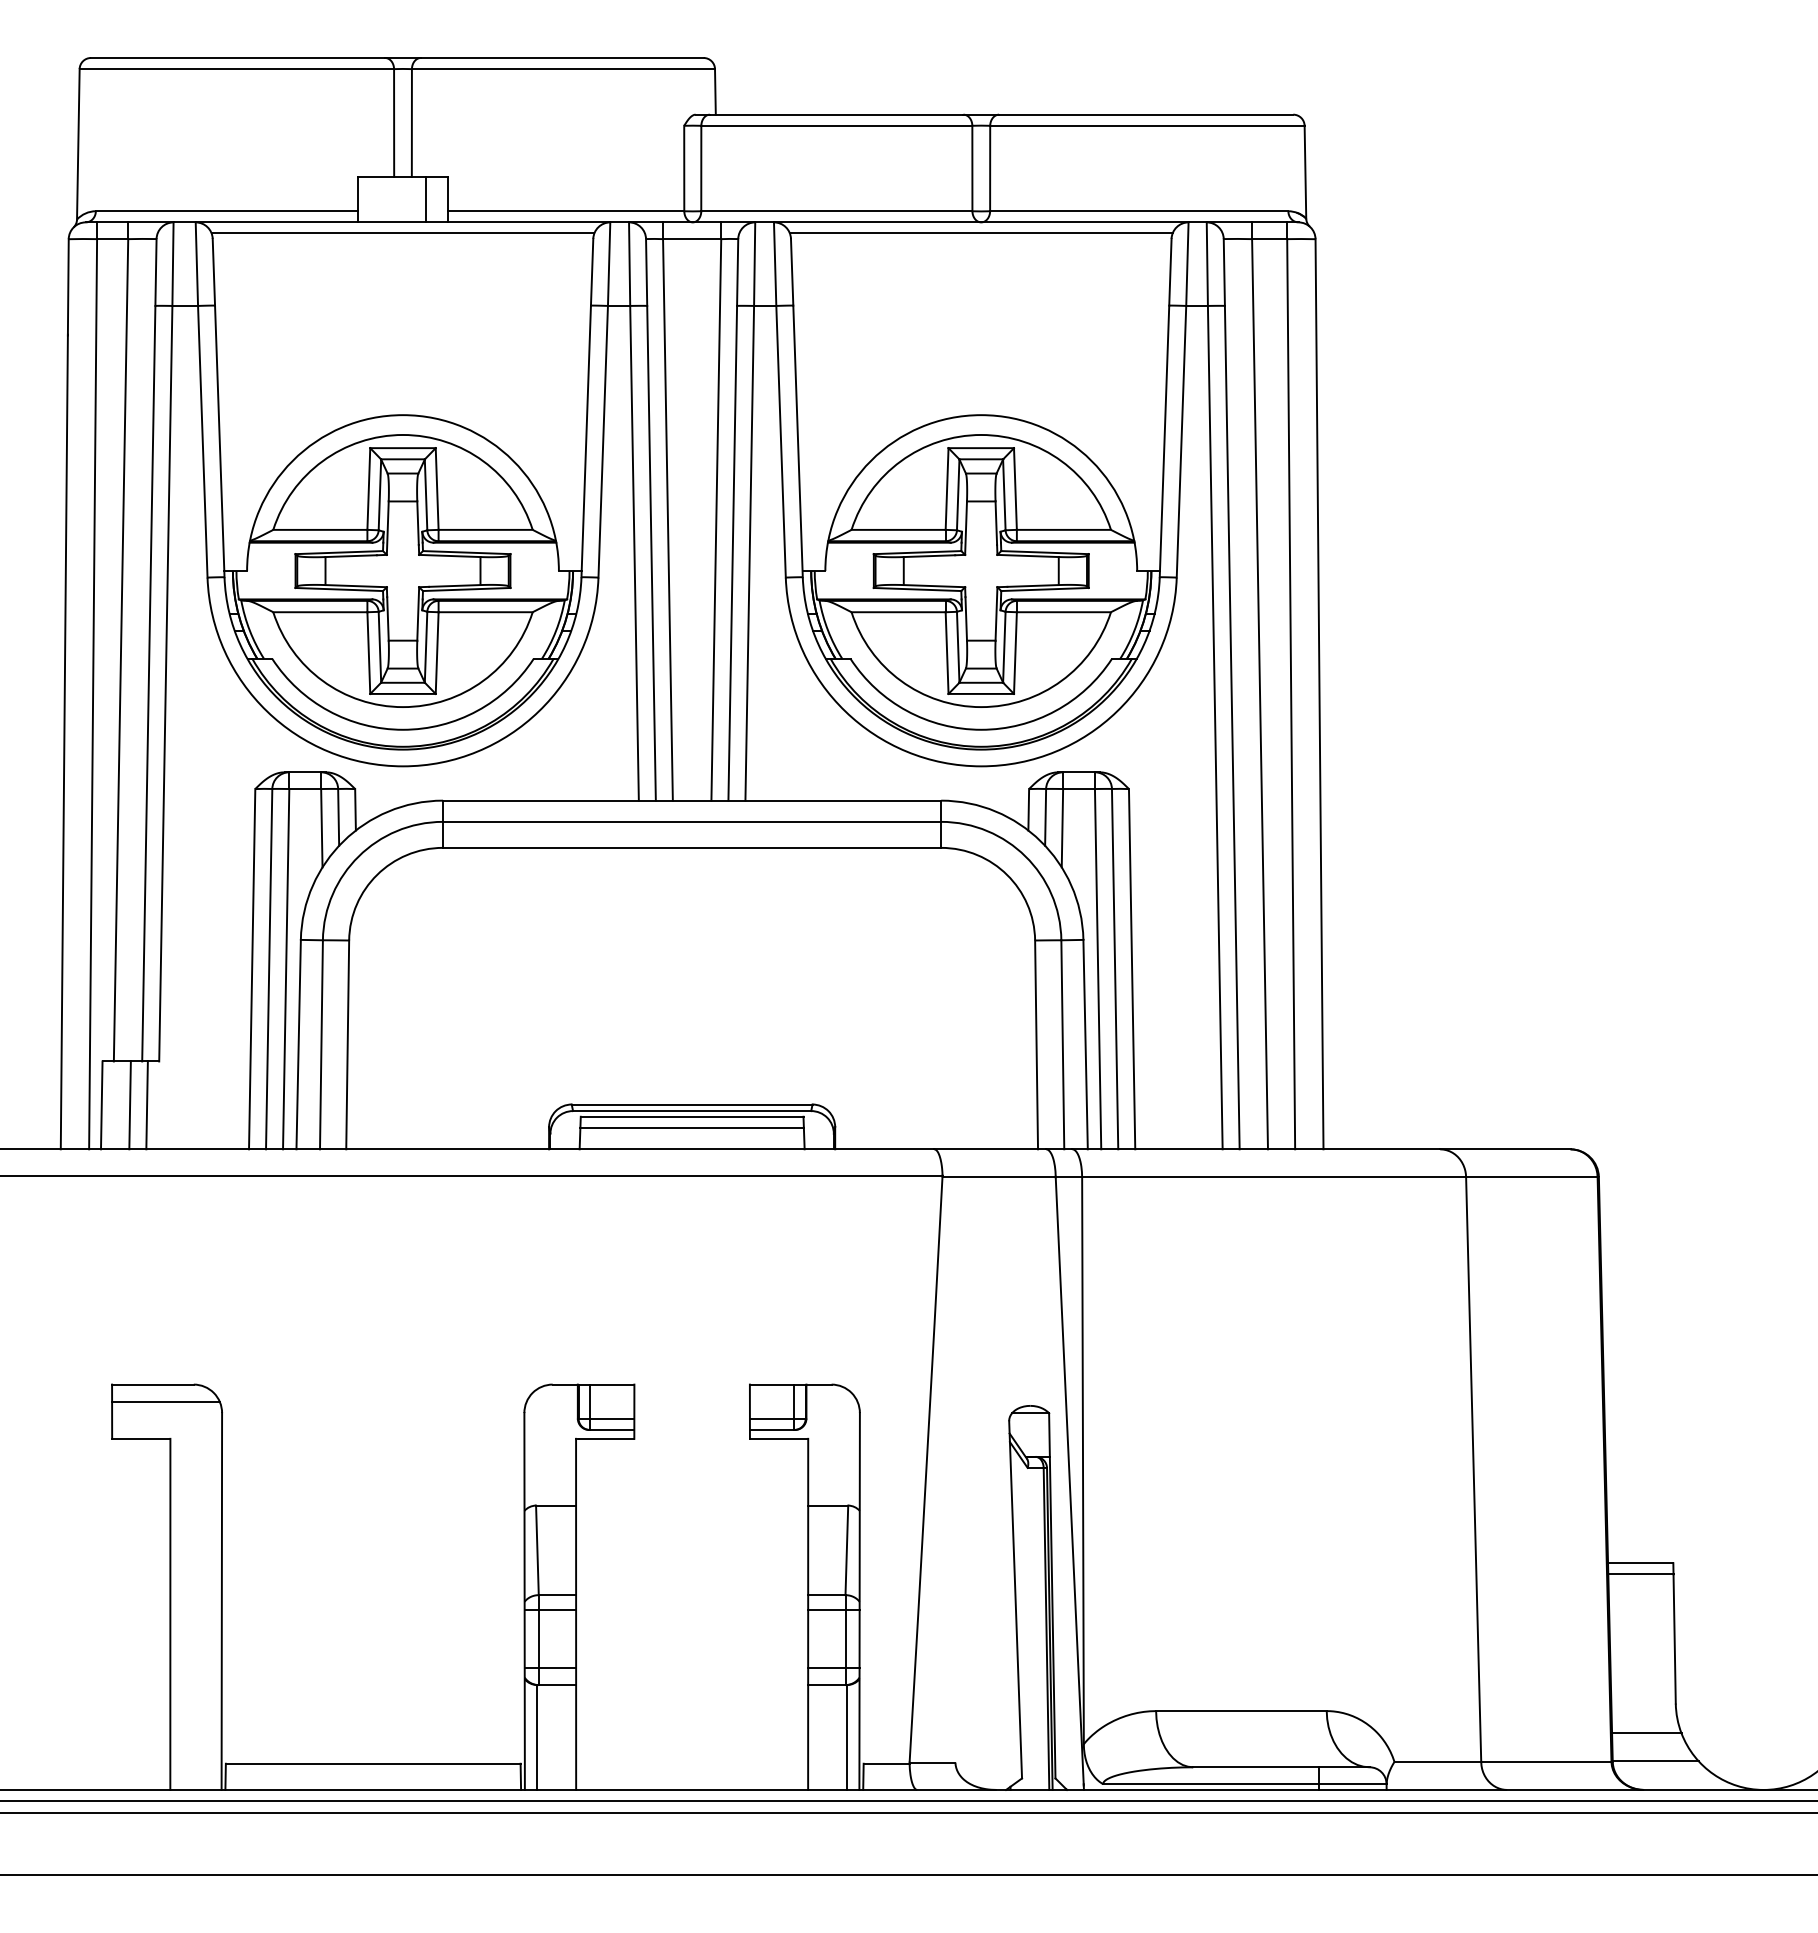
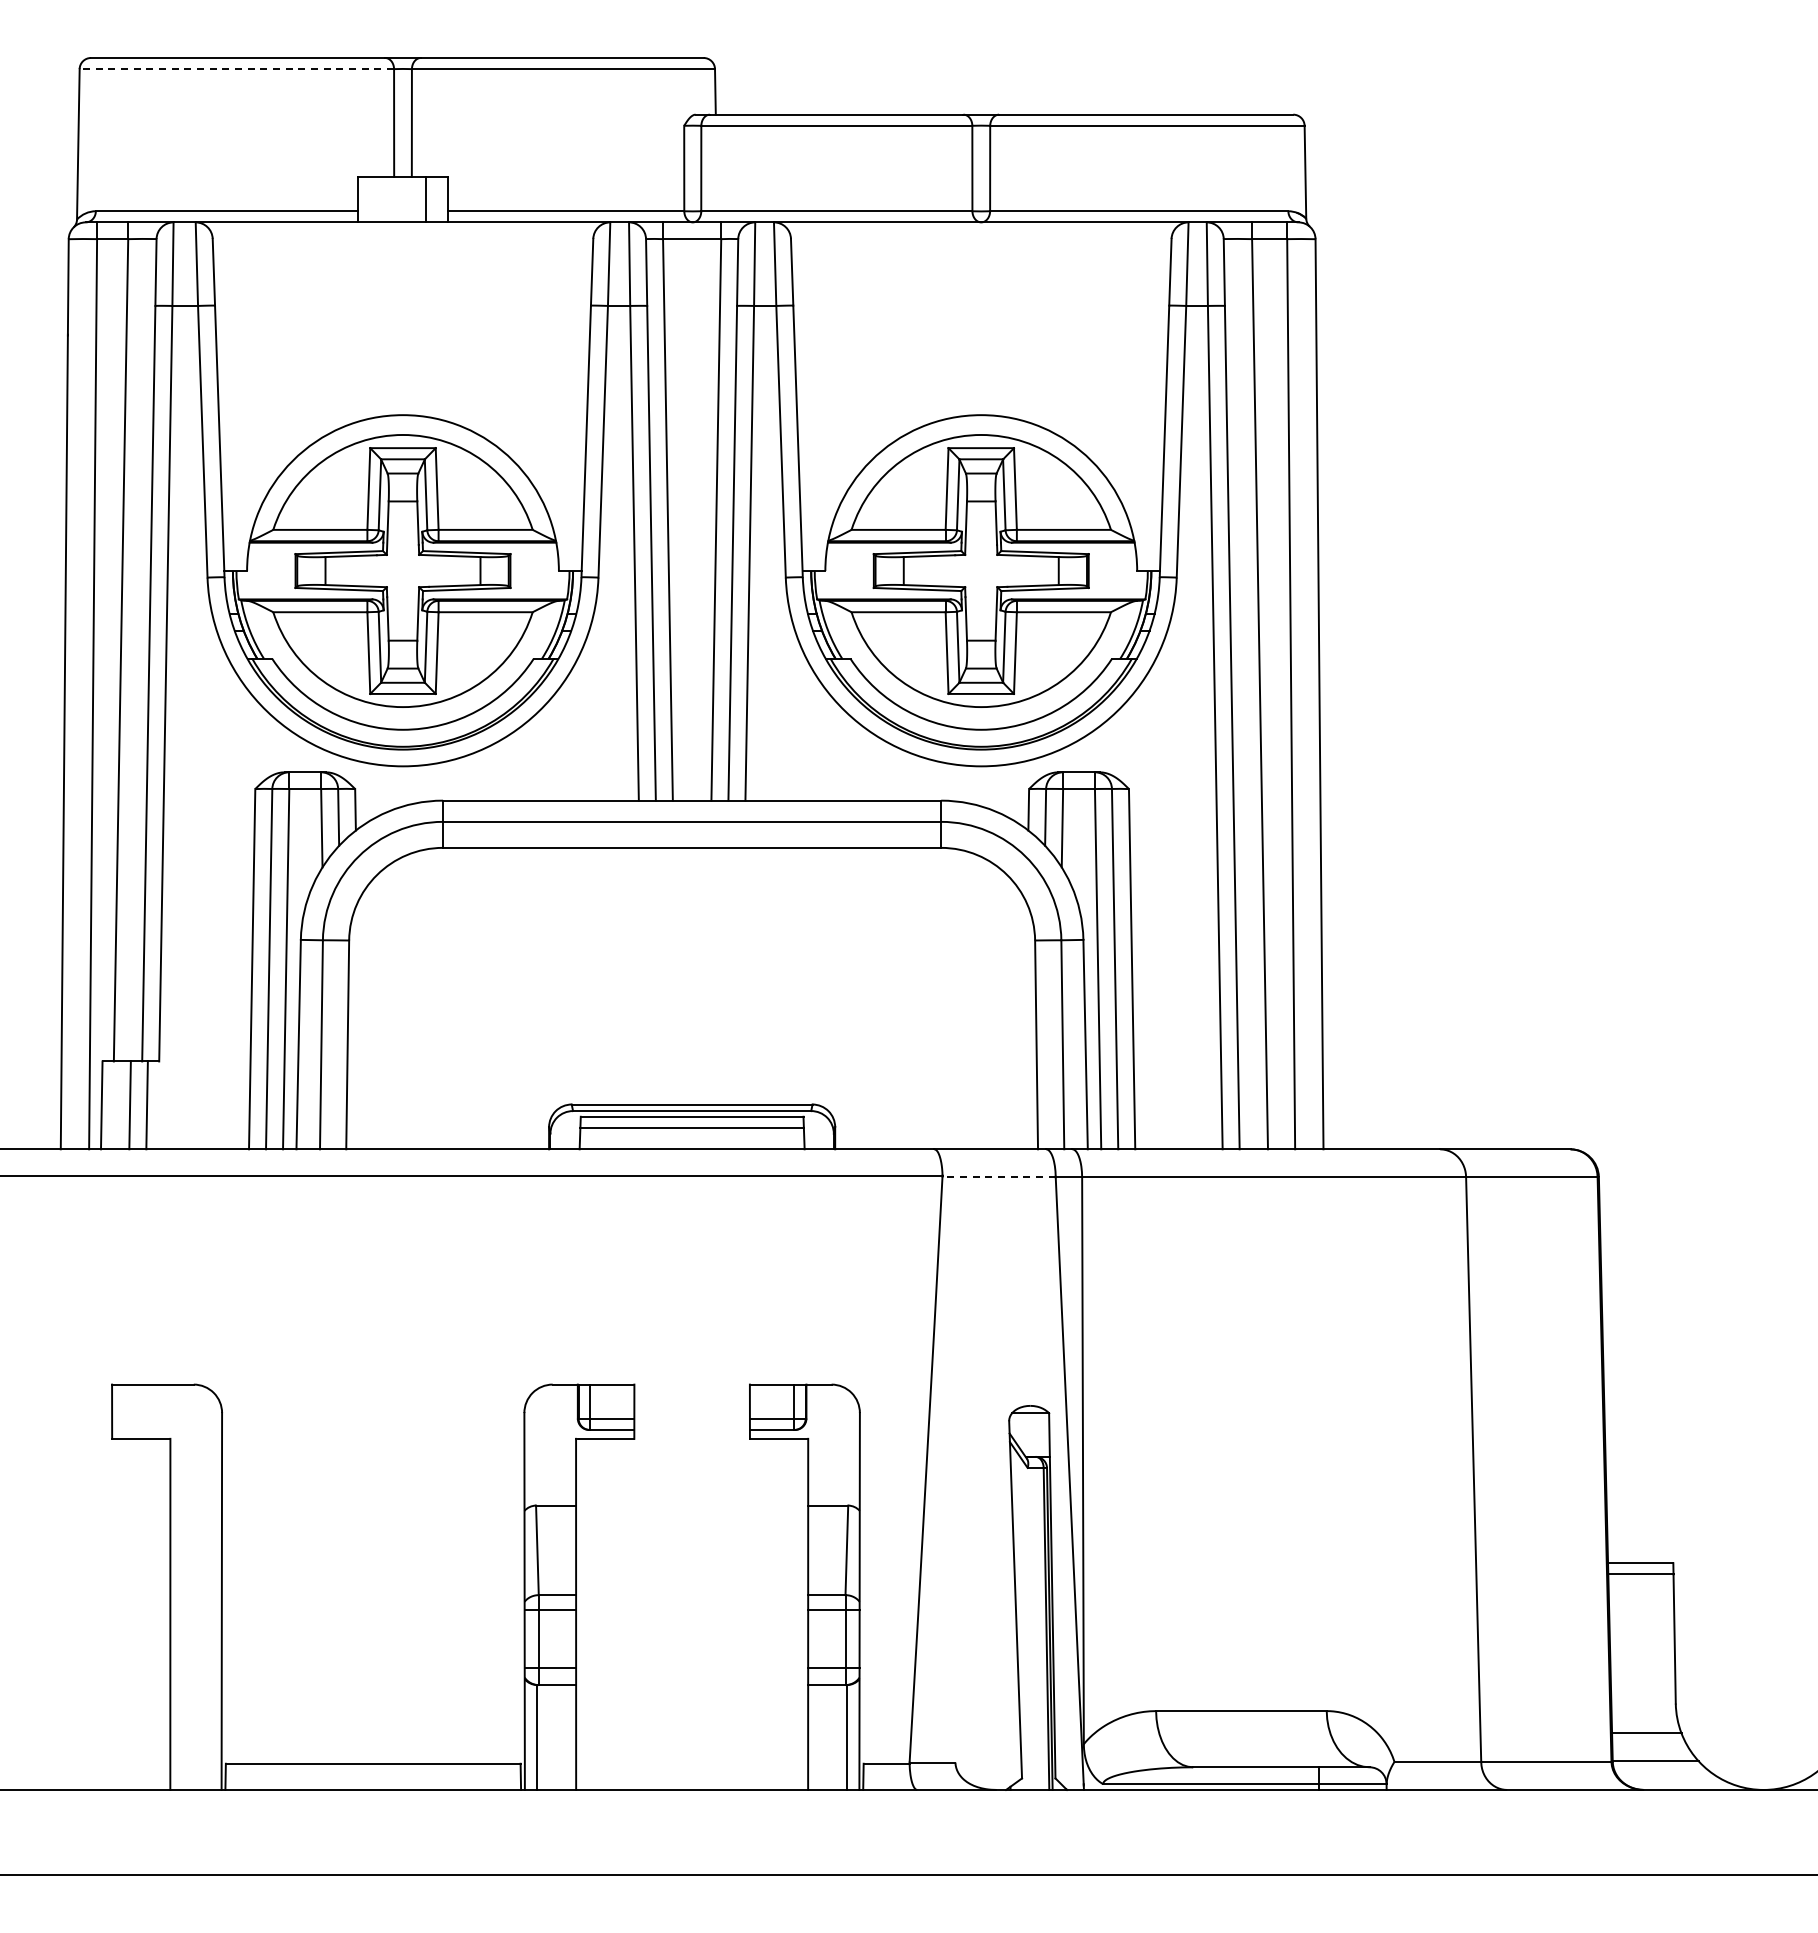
line at (236, 69): solid -> dashed
line at (402, 233): present -> none
line at (980, 233): present -> none
line at (999, 1176): solid -> dashed
line at (165, 1401): present -> none
line at (908, 1801): present -> none
line at (908, 1812): present -> none
